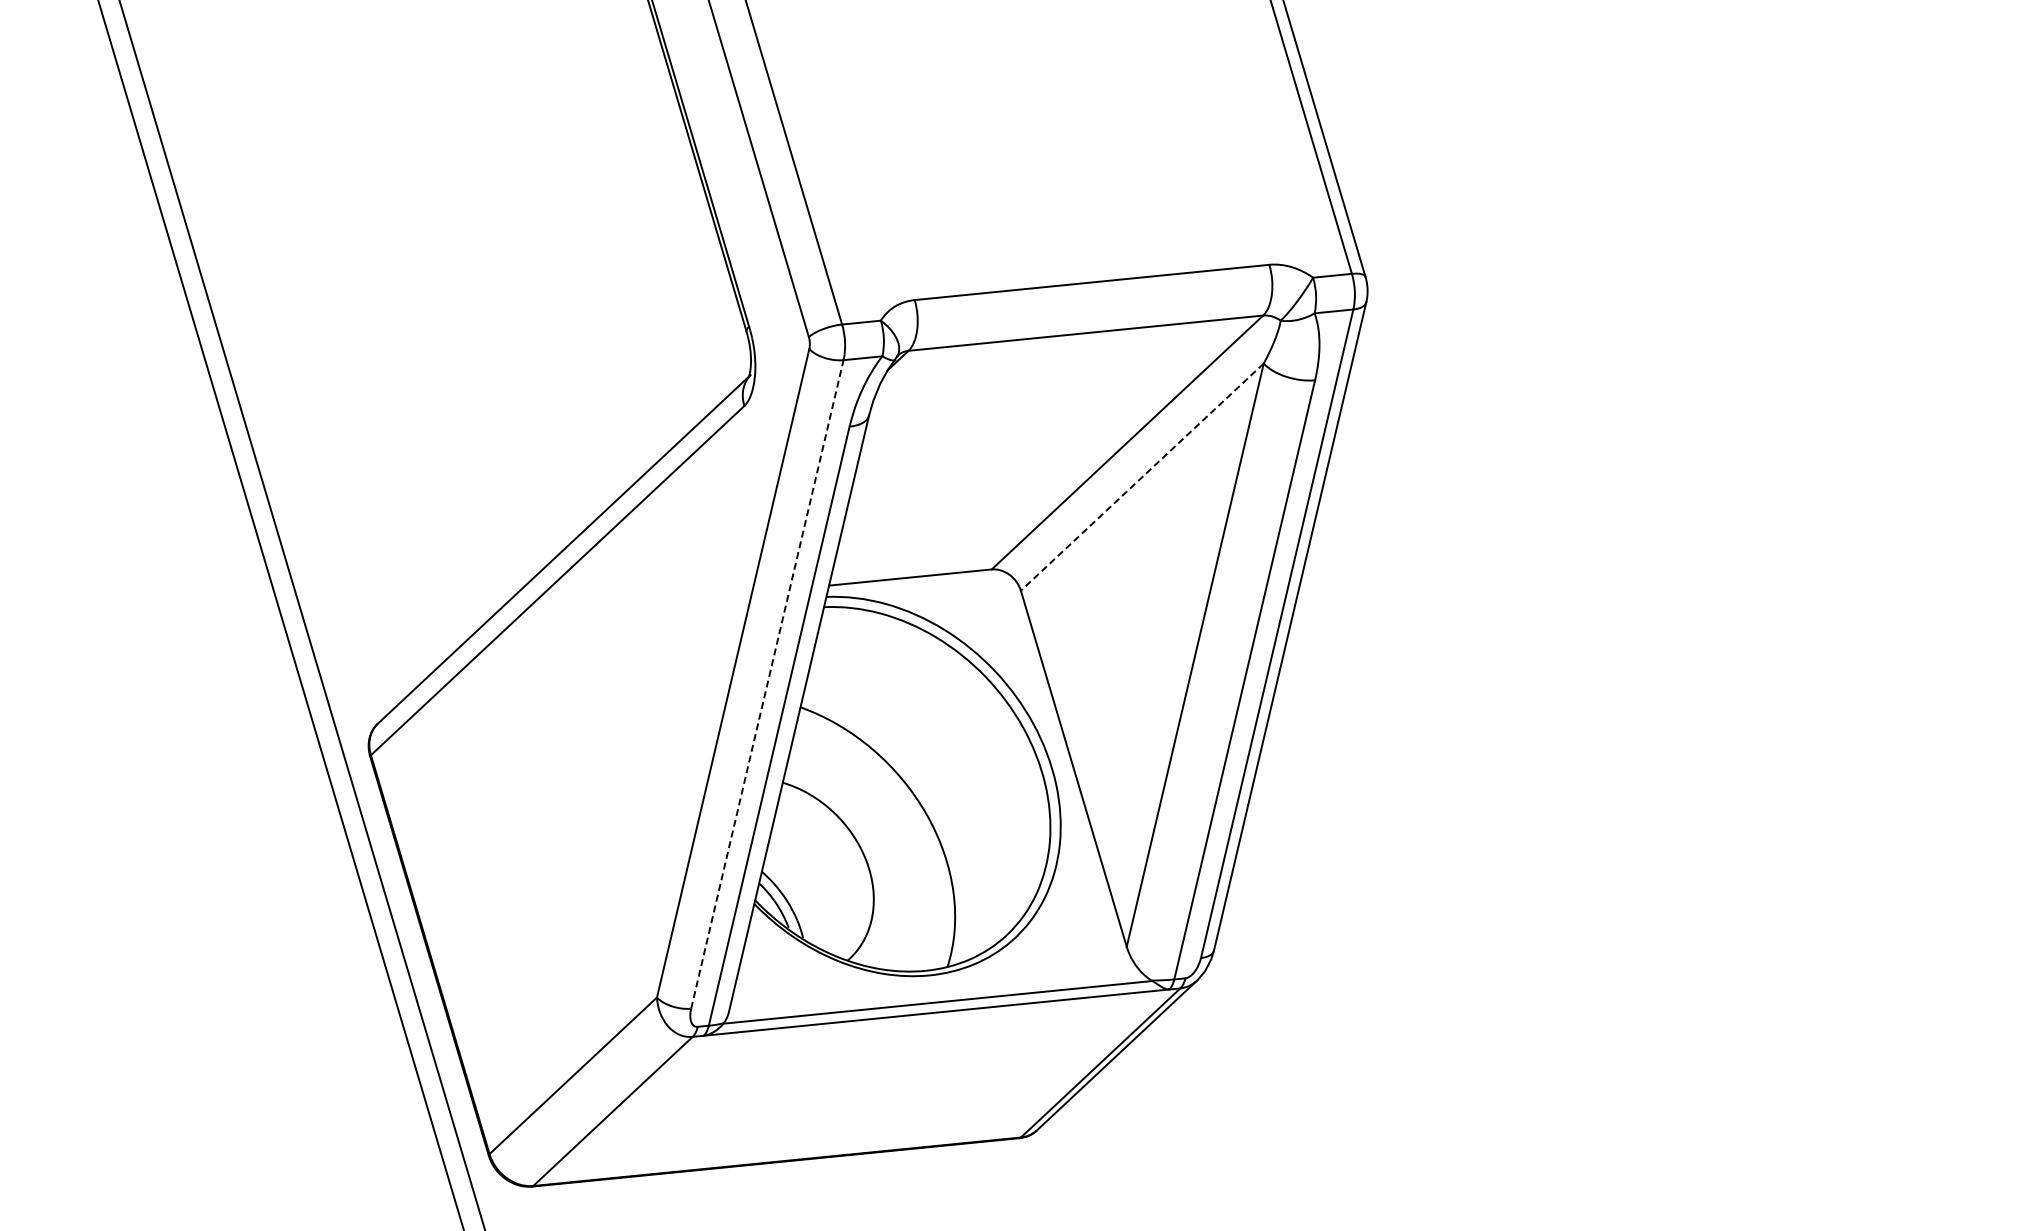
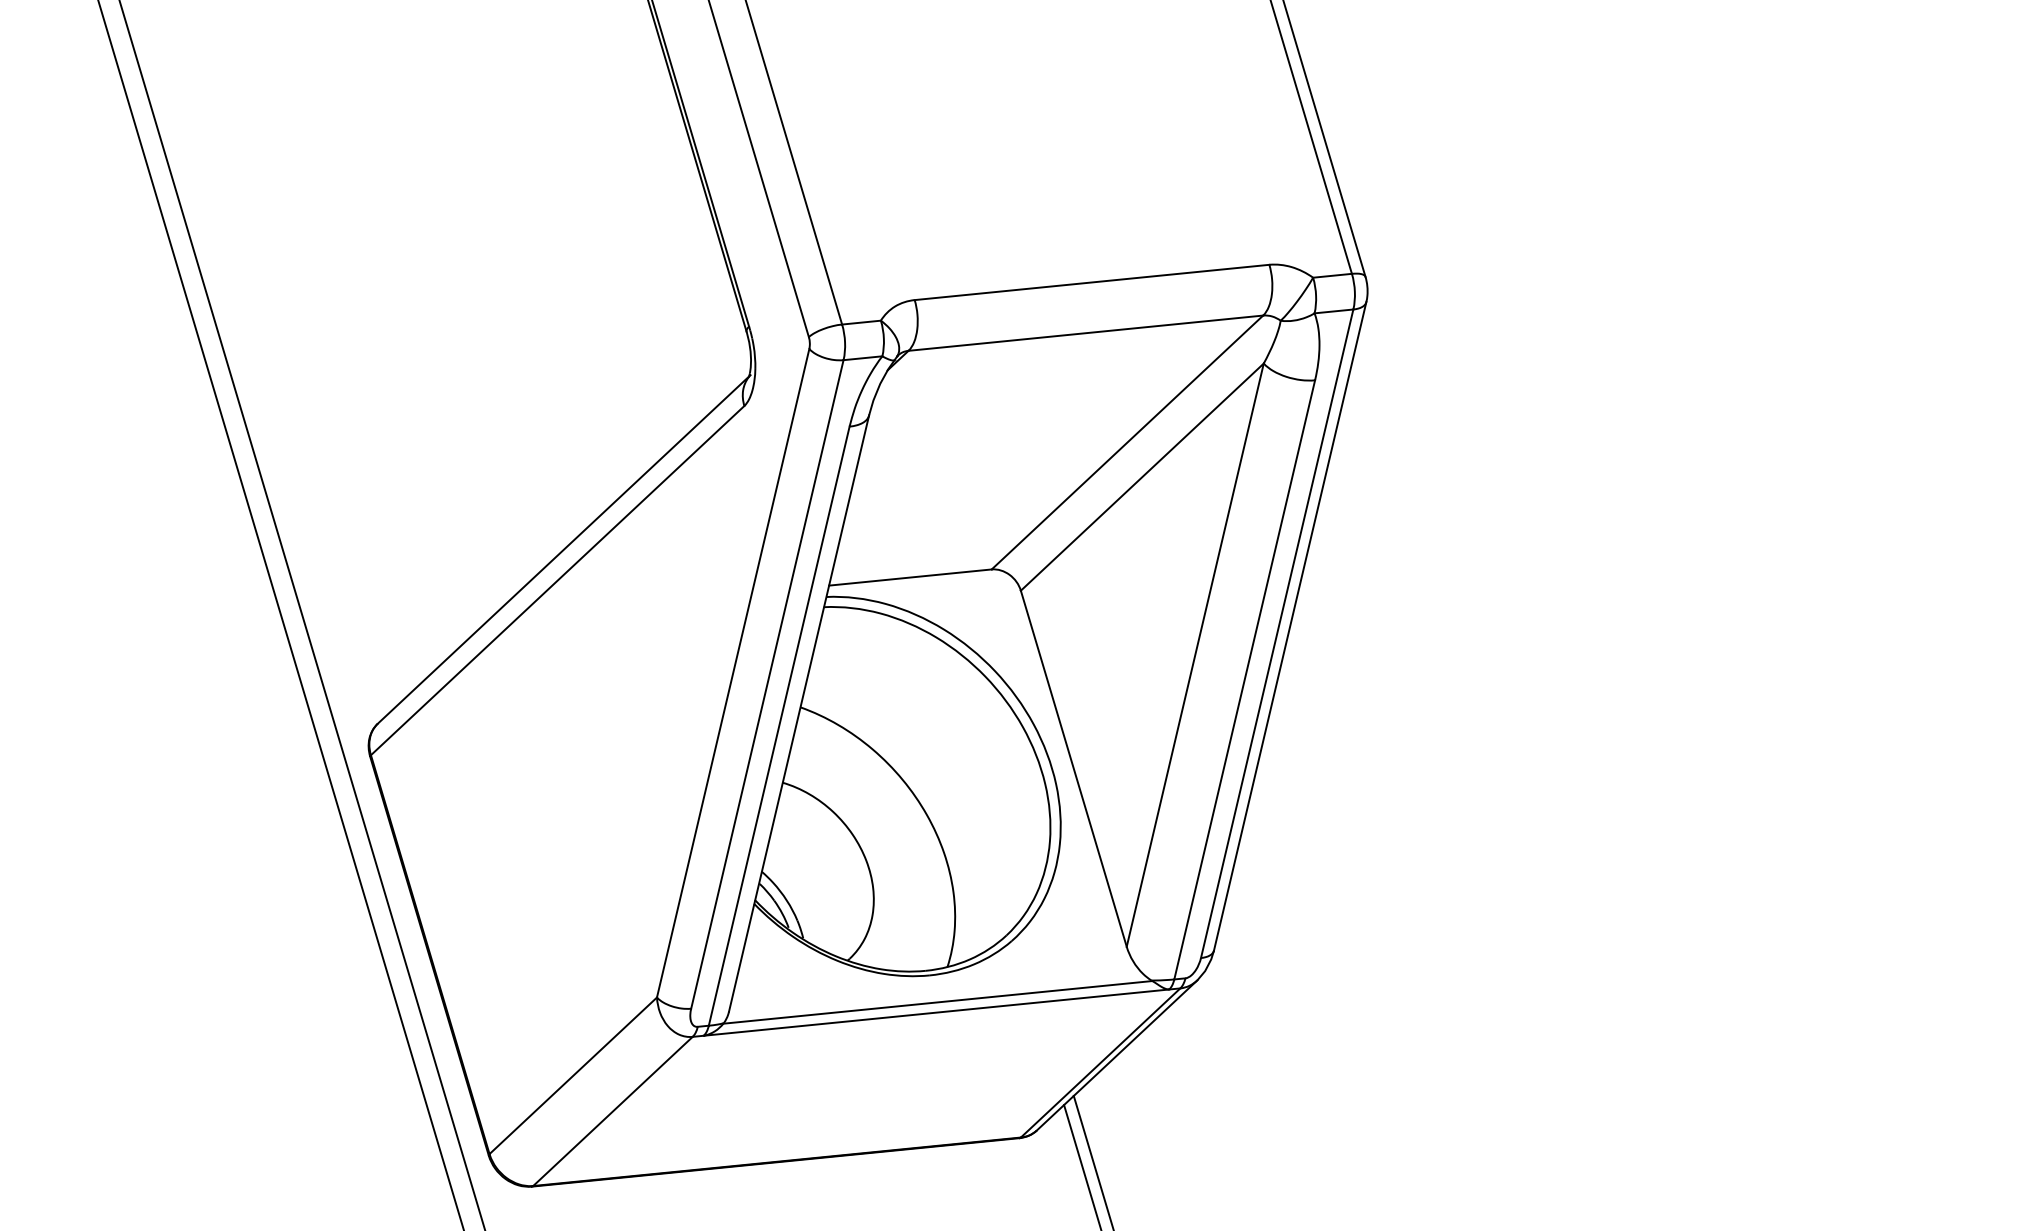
line at (1141, 477): dashed -> solid
line at (767, 683): dashed -> solid
line at (1092, 1161): none -> present
line at (1082, 1166): none -> present
